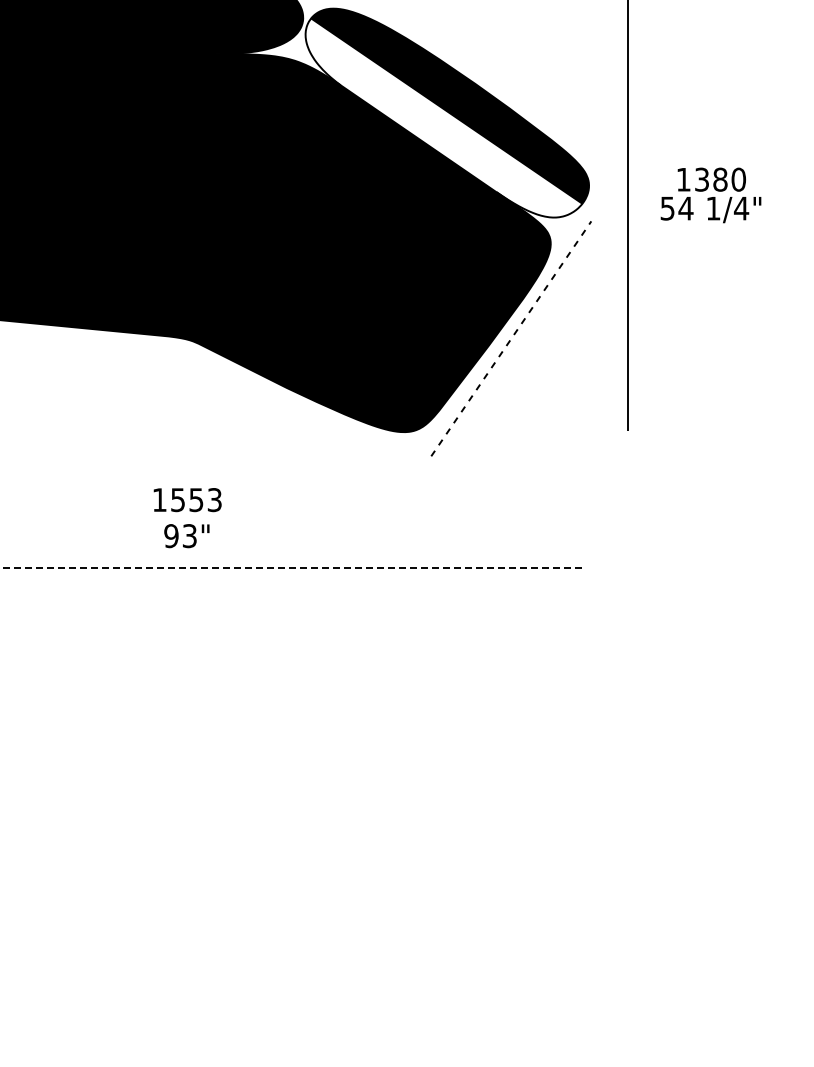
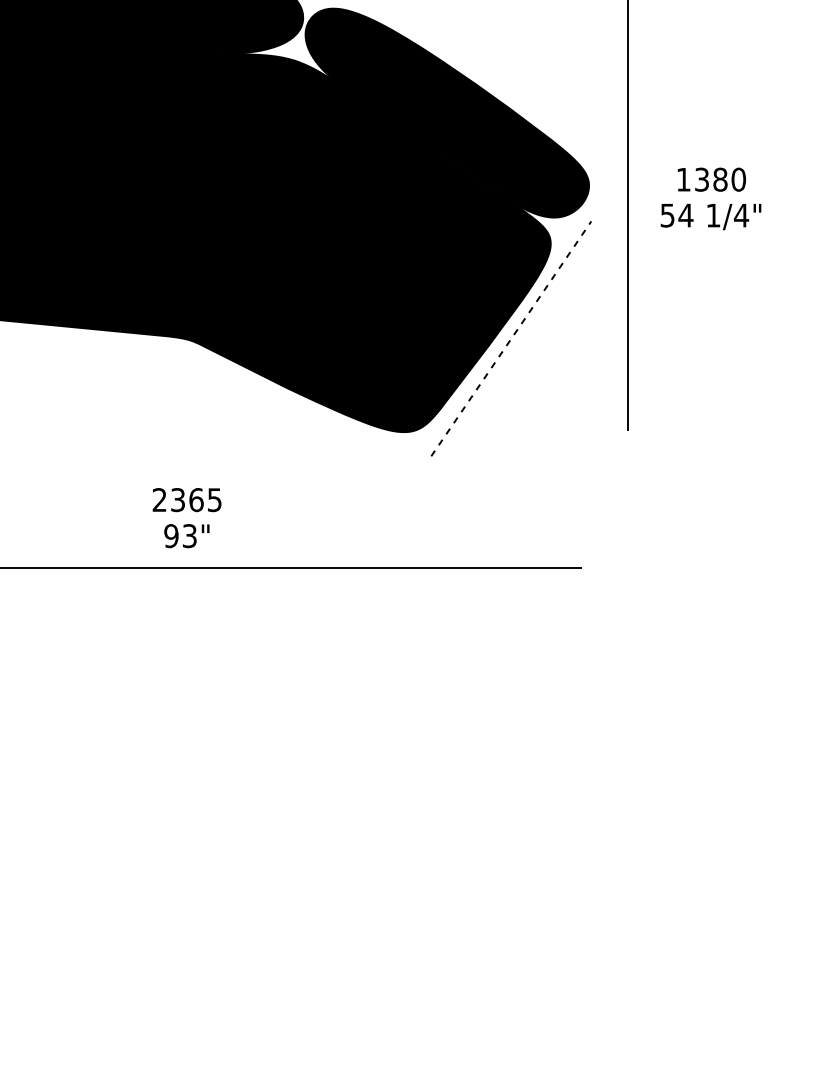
fill at (443, 117): none -> present
text at (710, 210) position: (710, 210) -> (710, 217)
text at (186, 500): 1553 -> 2365
line at (291, 568): dashed -> solid
